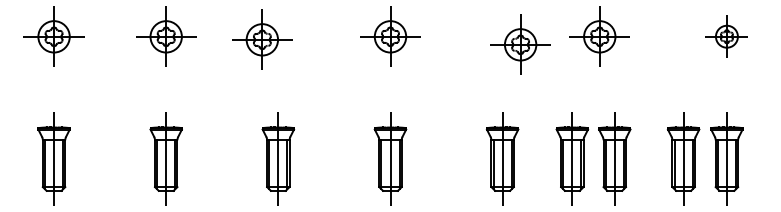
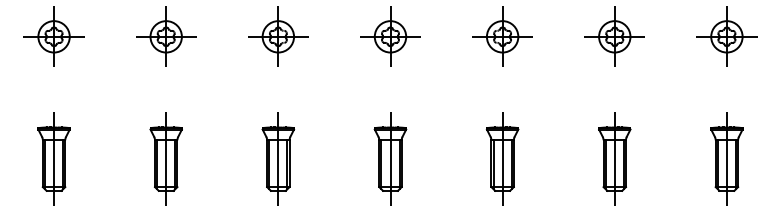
part at (599, 36) position: (599, 36) -> (614, 36)
part at (726, 36) size: 43x43 px -> 62x61 px
part at (262, 39) position: (262, 39) -> (278, 36)
part at (520, 44) position: (520, 44) -> (502, 36)
part at (572, 158): present -> none
part at (683, 158): present -> none
